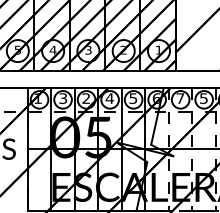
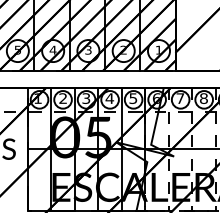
text at (63, 98): 3 -> 2
text at (86, 98): 2 -> 3
text at (203, 98): 5 -> 8
